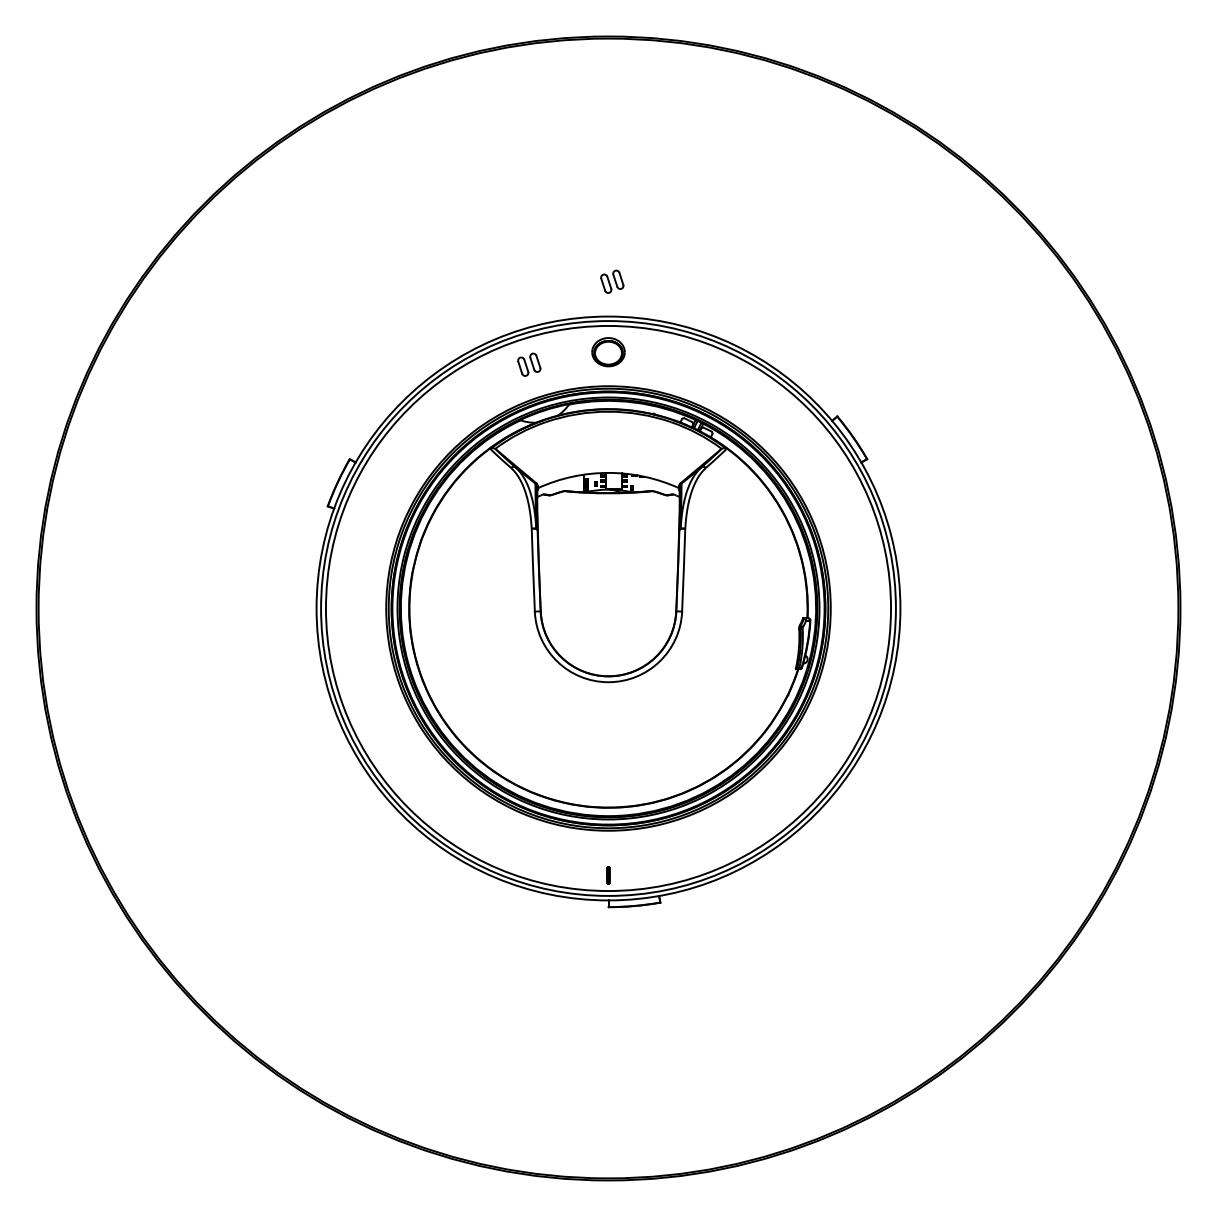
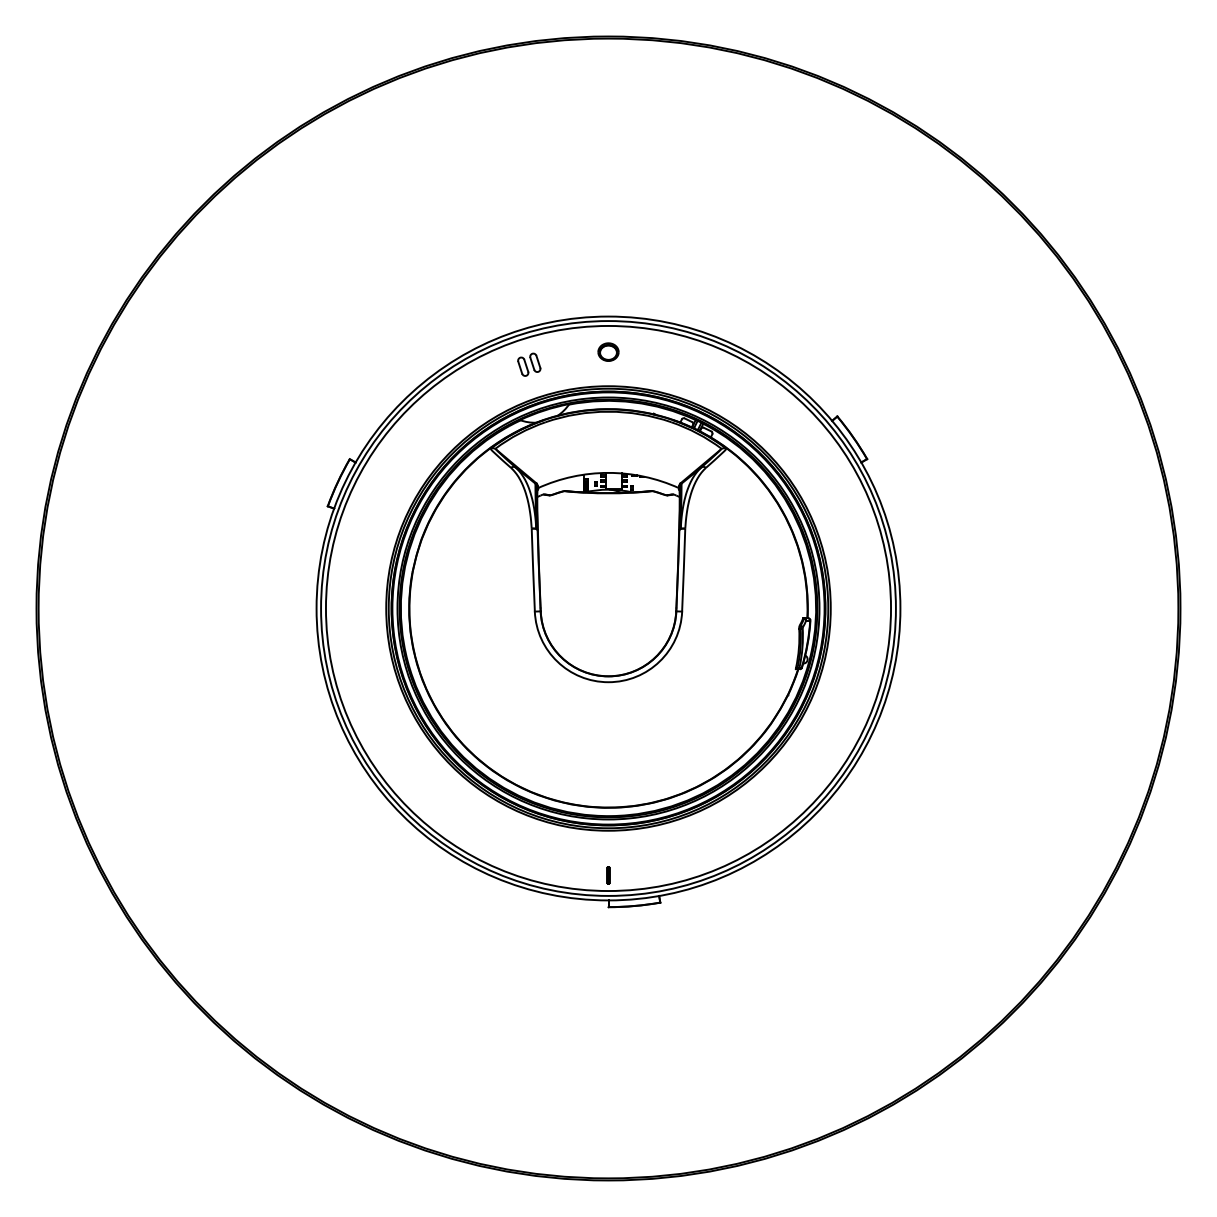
part at (612, 281): present -> none
part at (608, 352) size: 35x31 px -> 23x20 px
